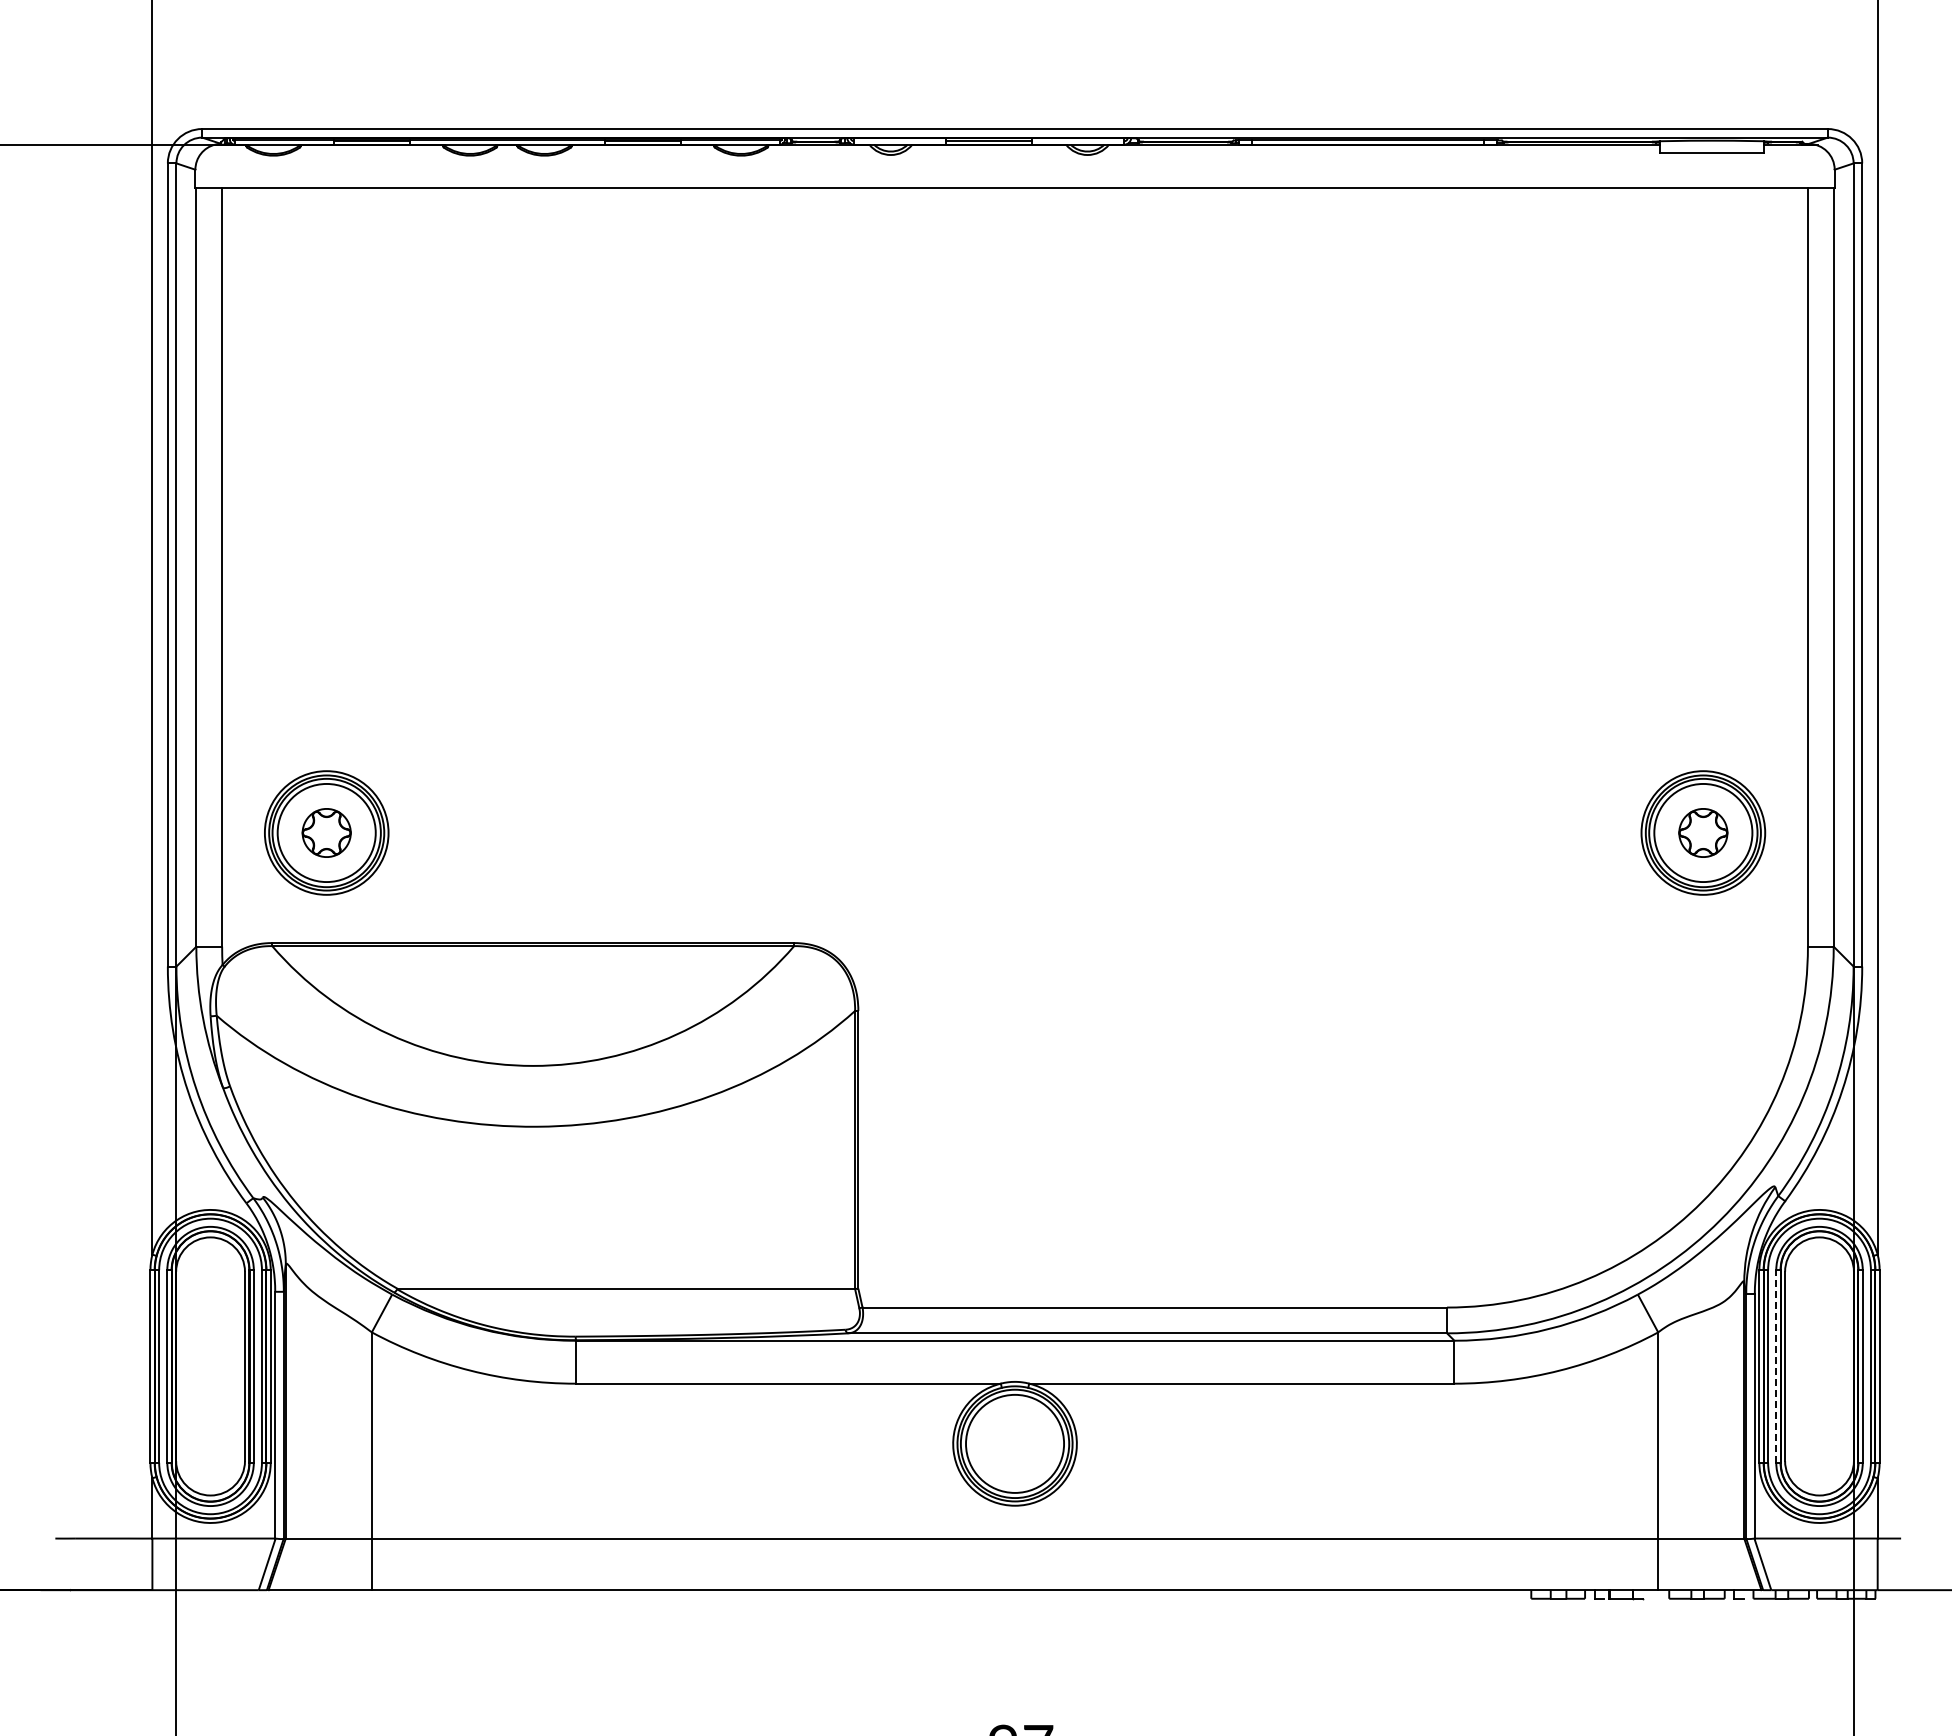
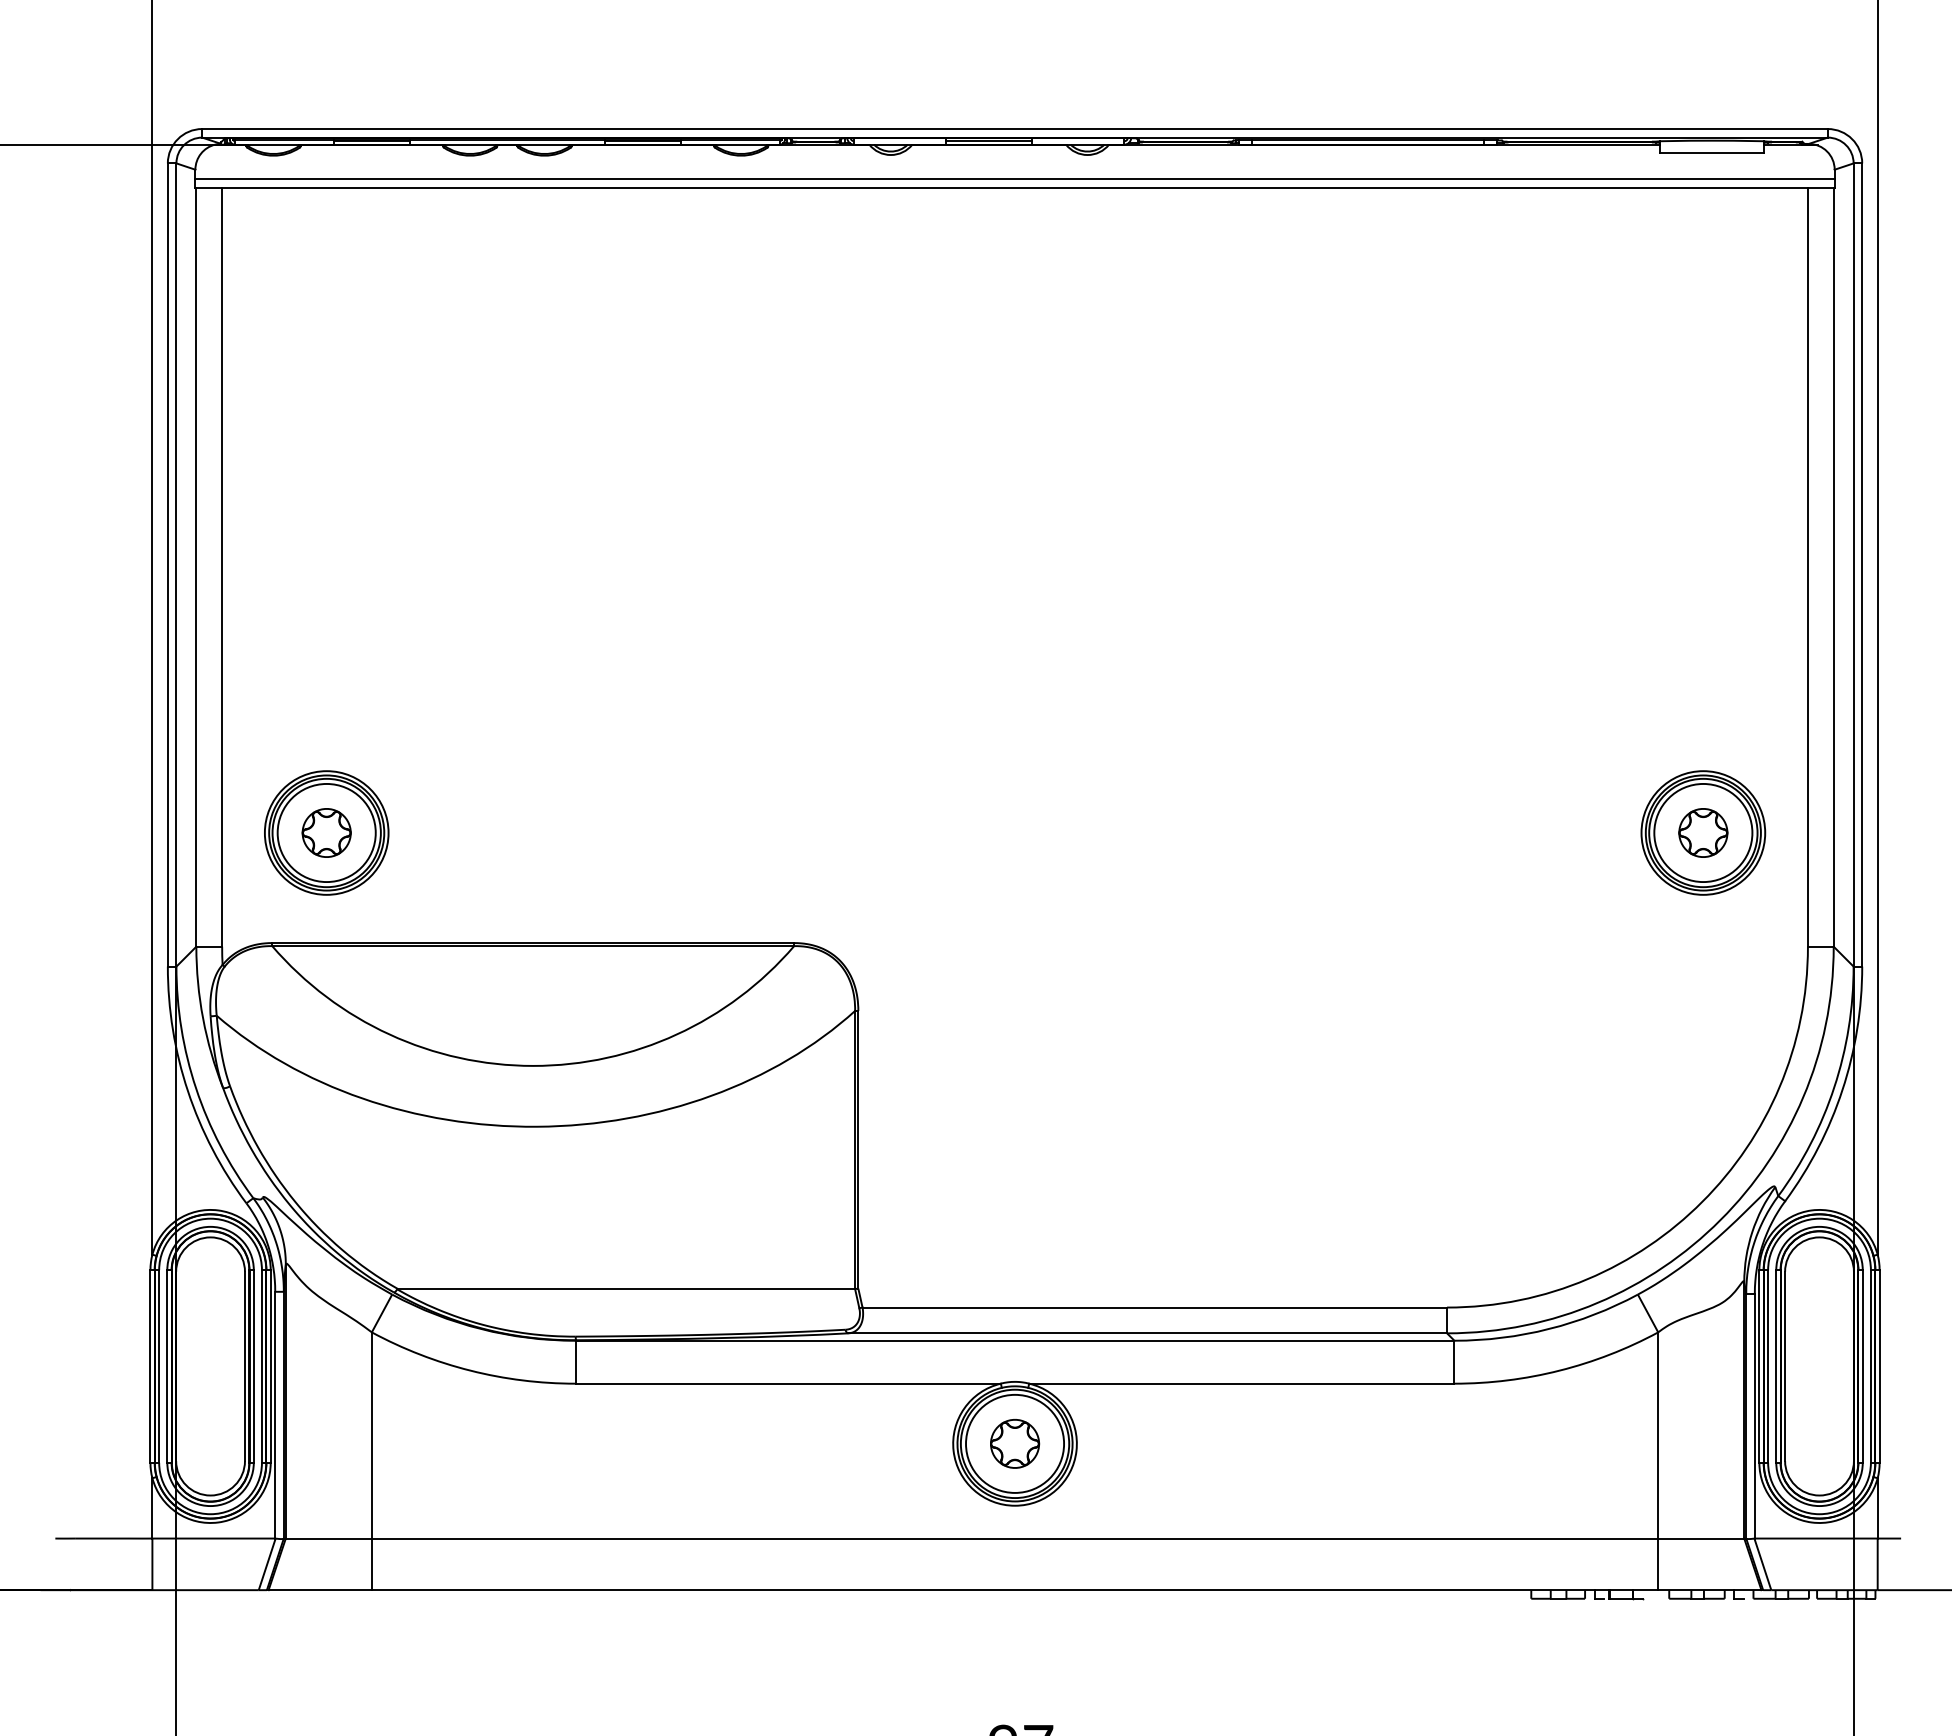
line at (1014, 179): none -> present
line at (1776, 1365): dashed -> solid
part at (1015, 1443): none -> present
